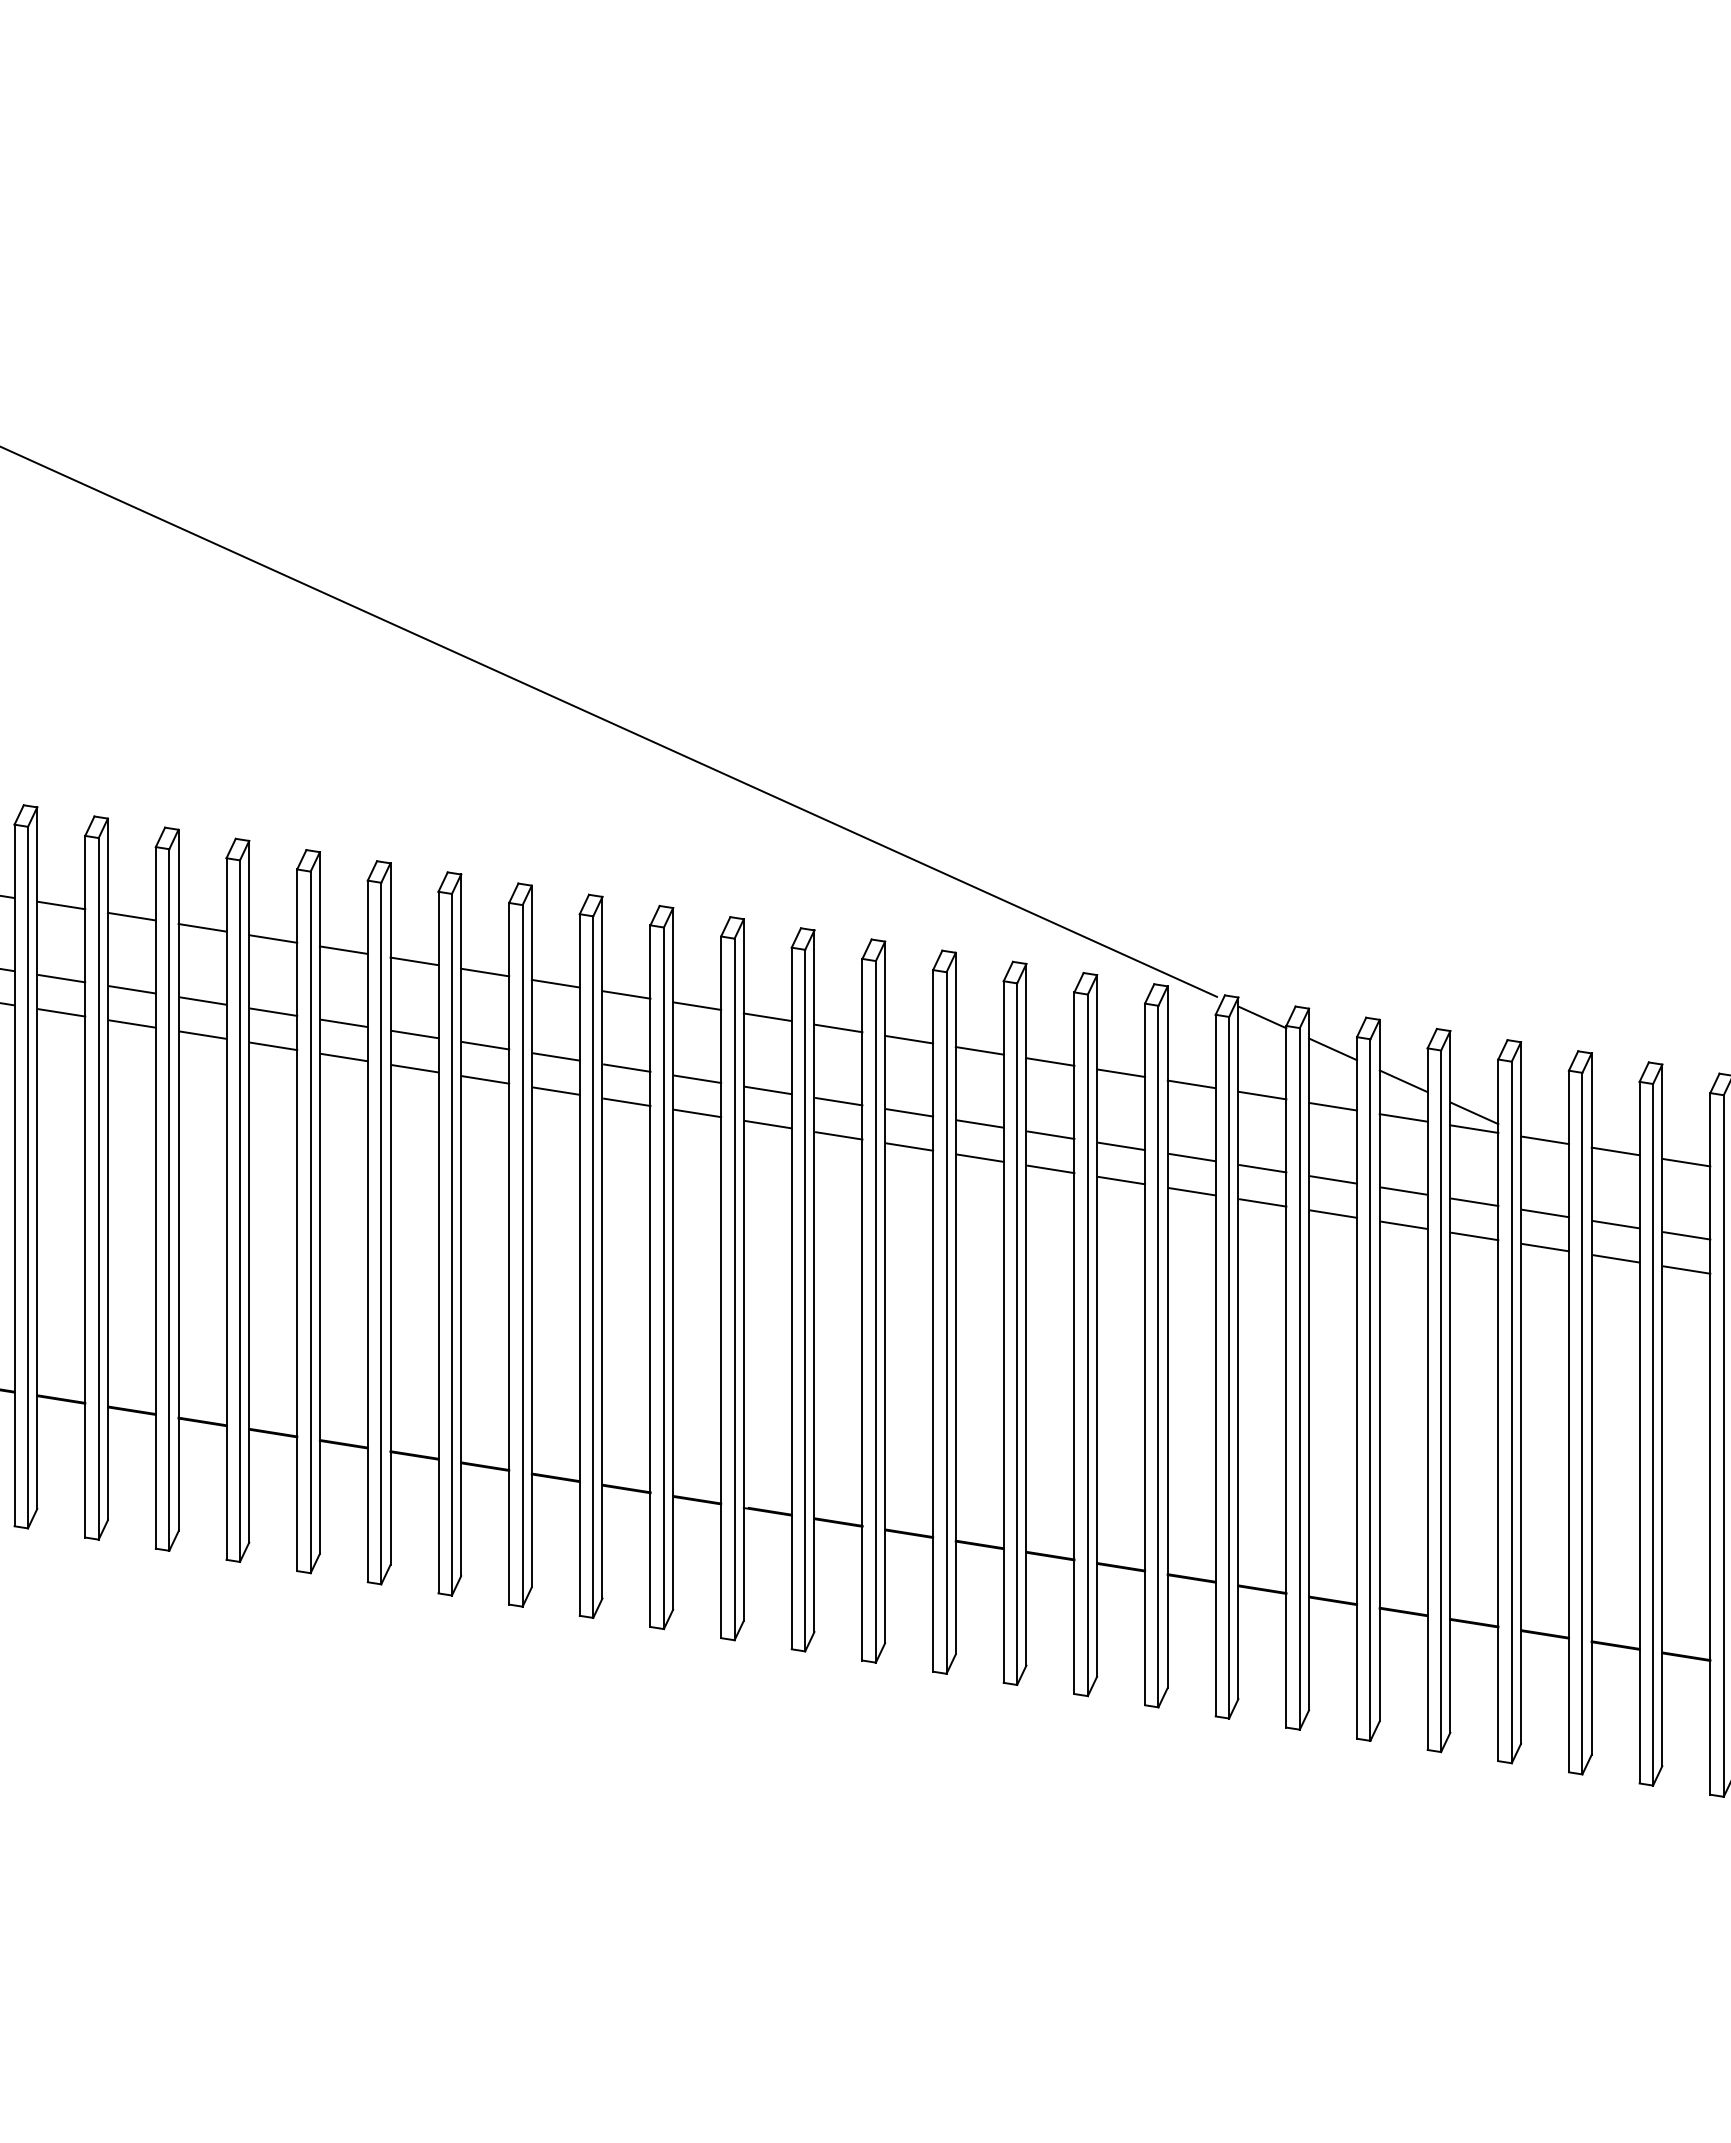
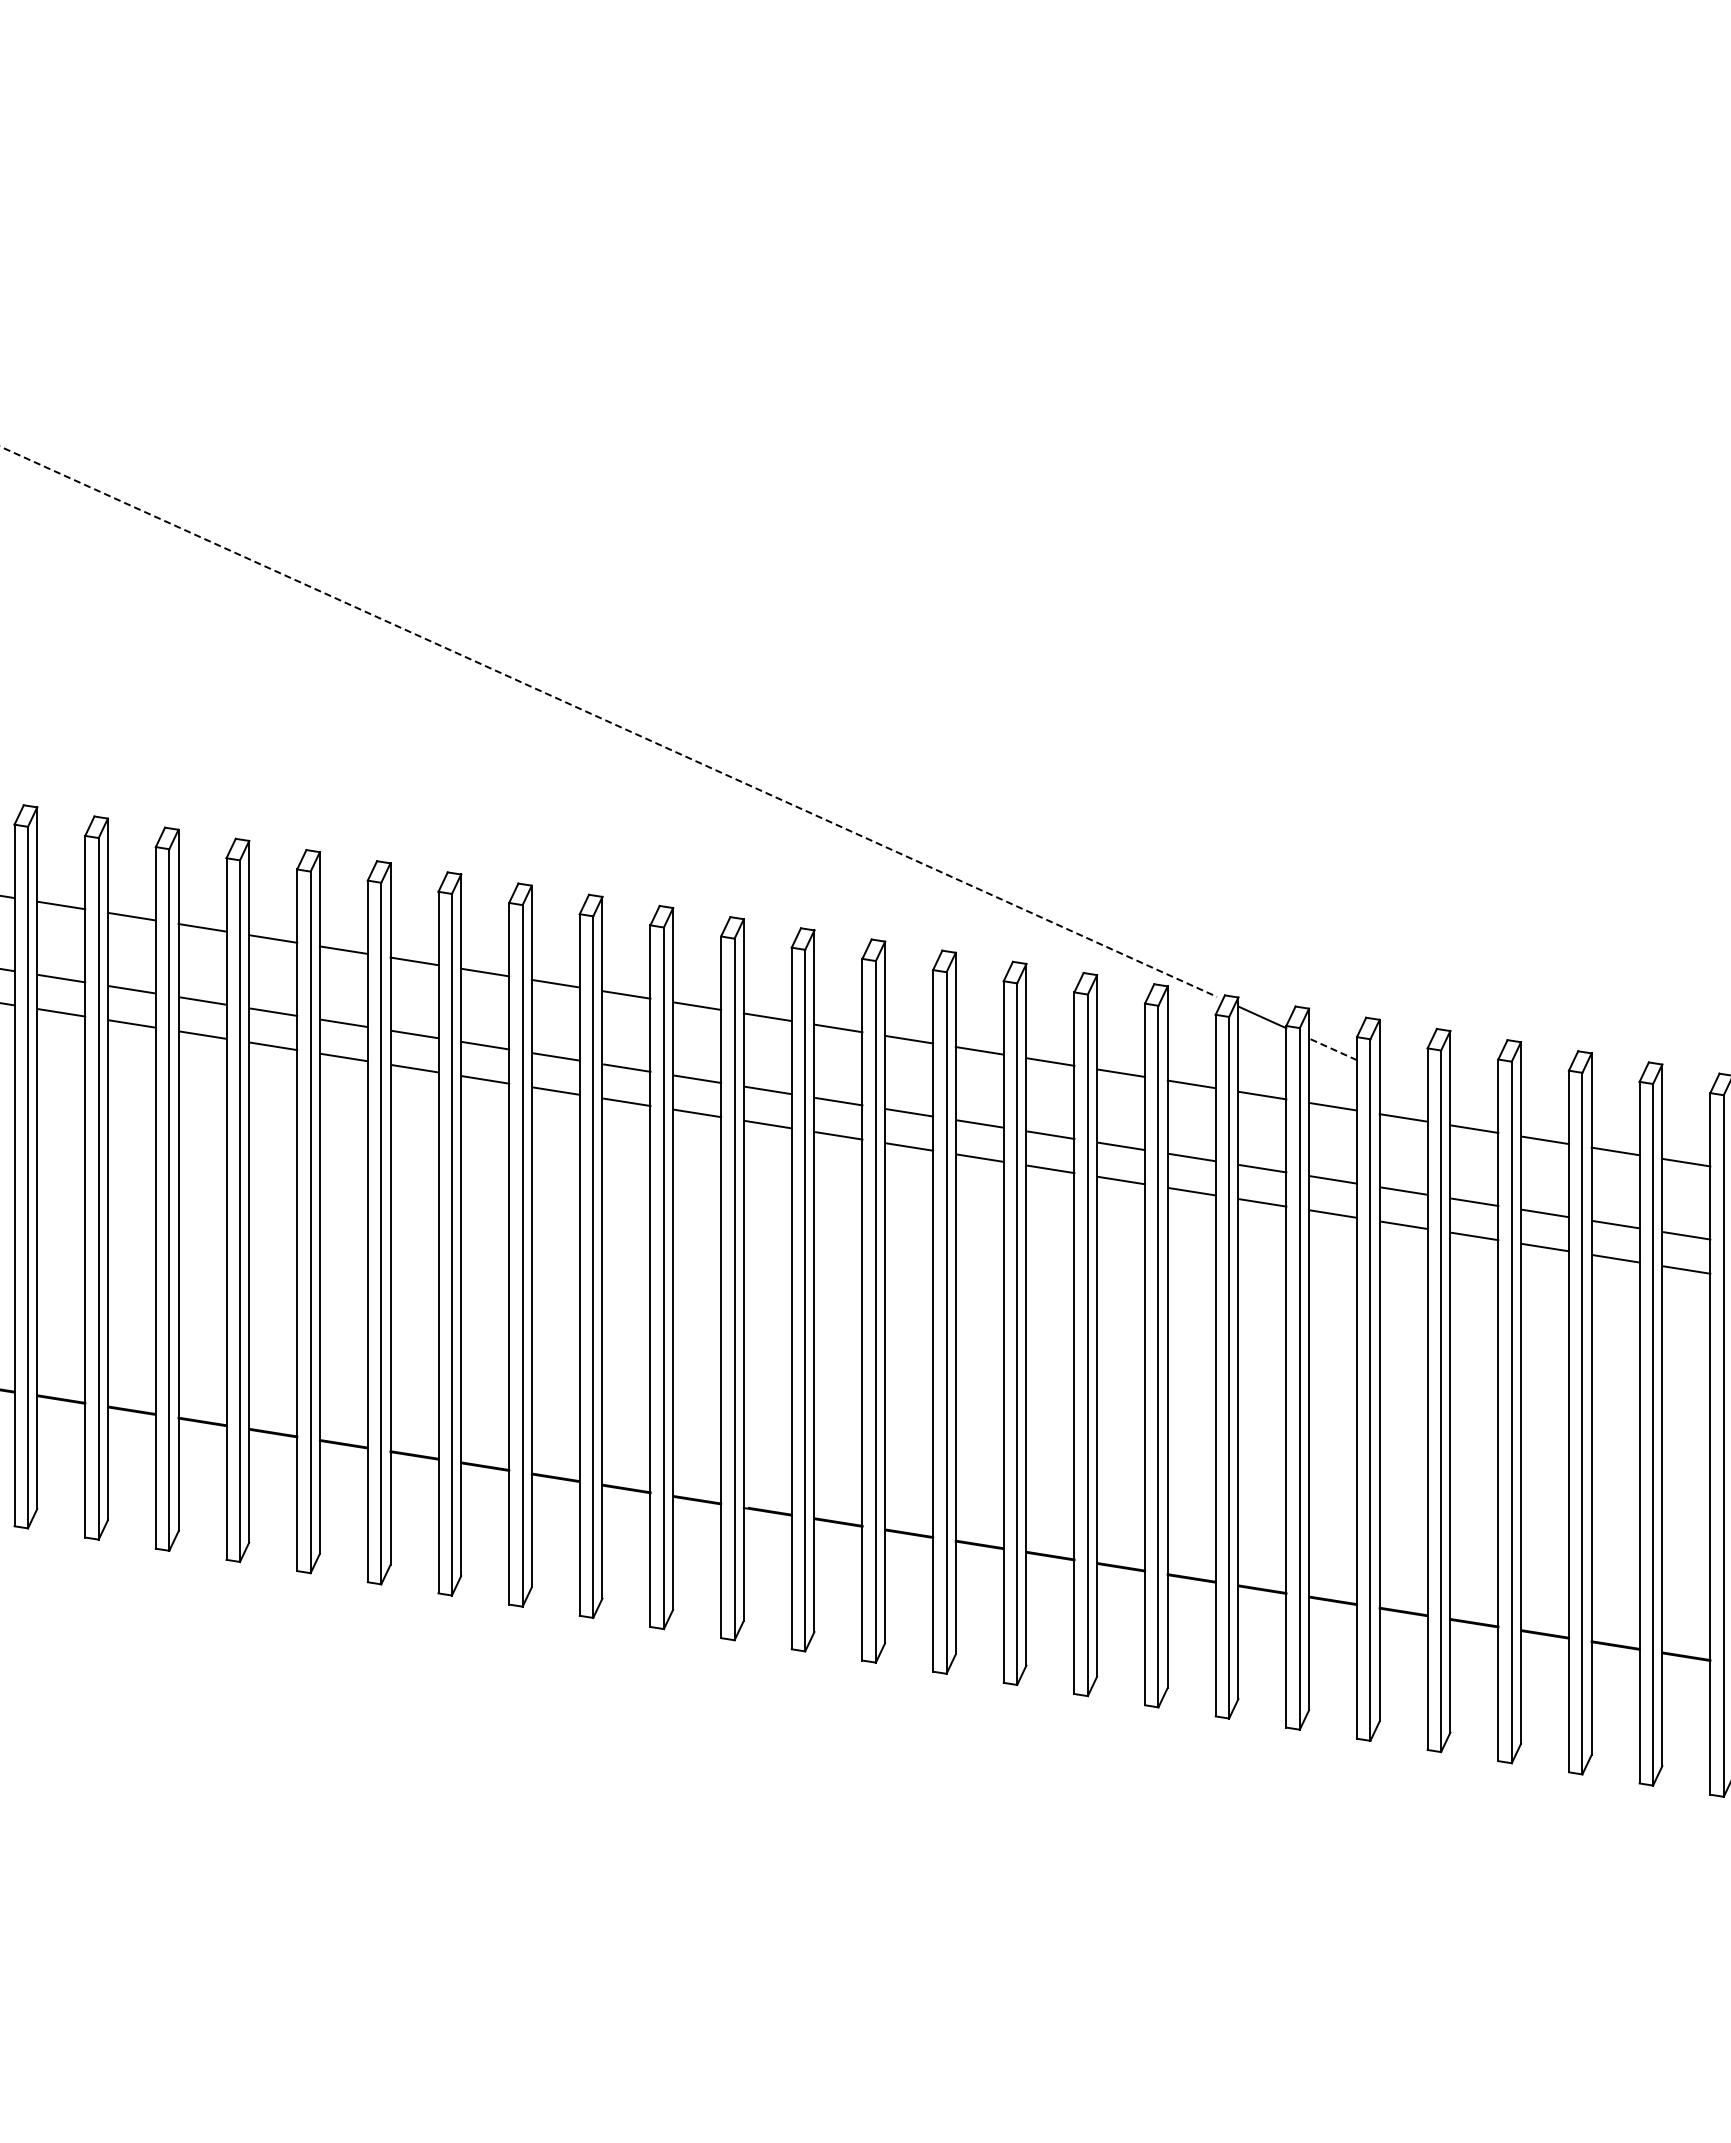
line at (609, 722): solid -> dashed
line at (1332, 1049): solid -> dashed
line at (1403, 1081): present -> none
line at (1474, 1113): present -> none
